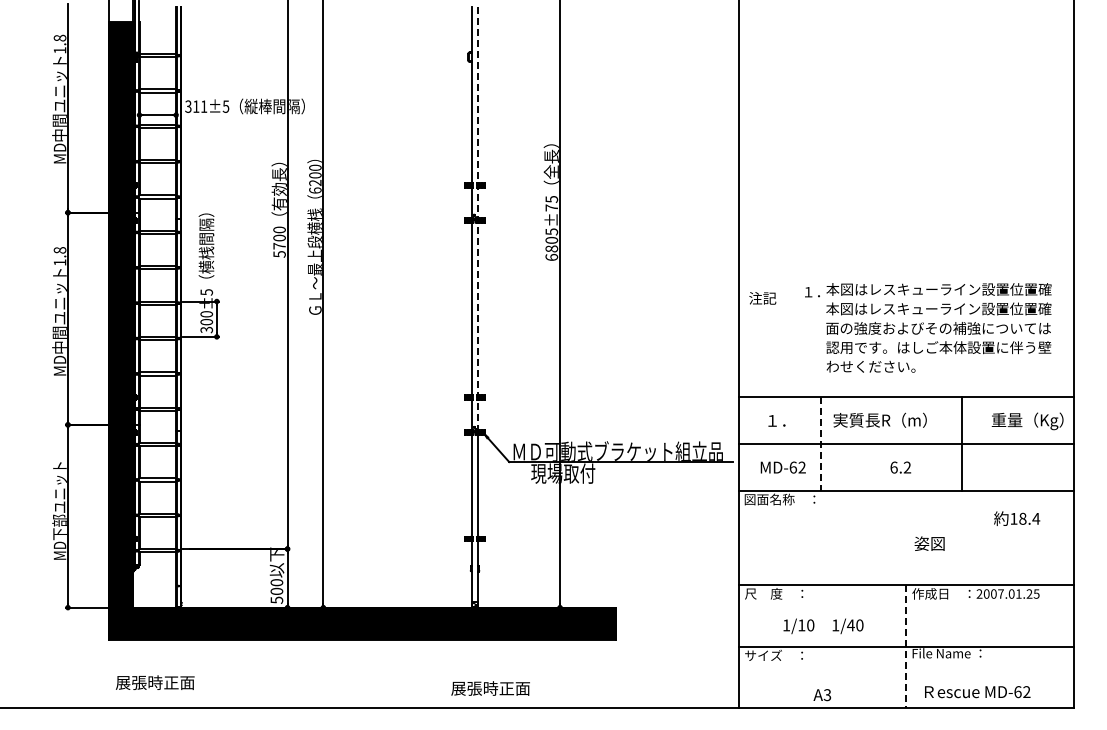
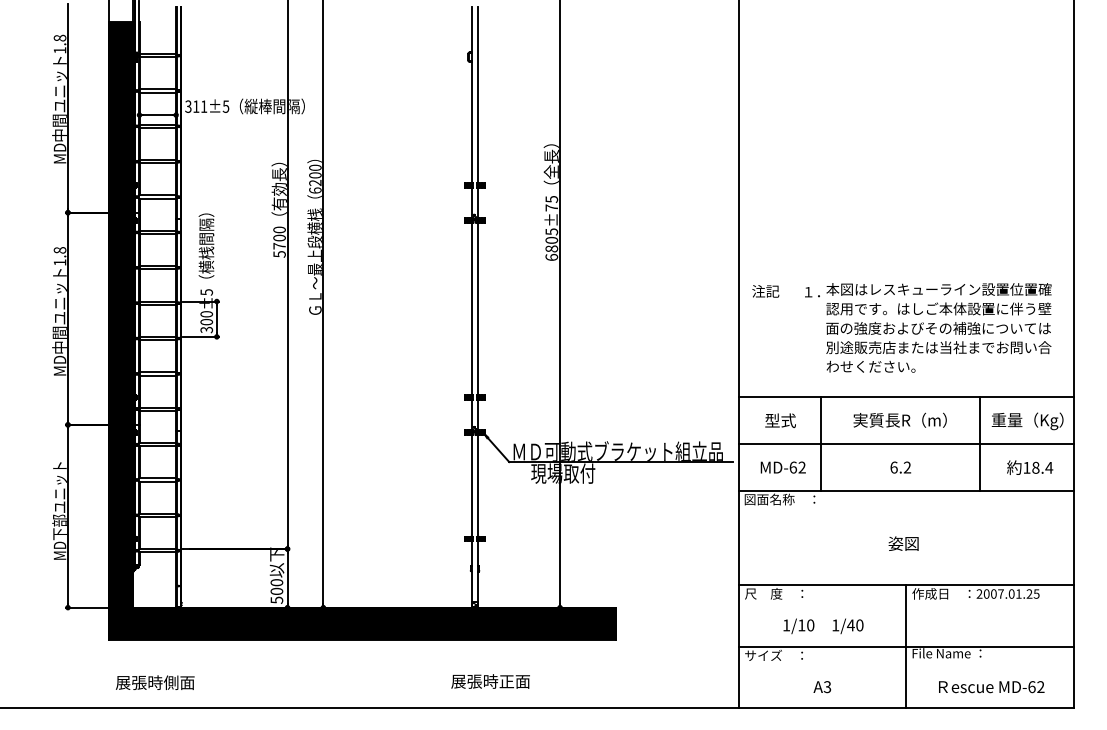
line at (477, 219): dashed -> solid
text at (762, 298) position: (762, 298) -> (765, 291)
text at (938, 308): 本図はレスキューライン設置位置確 -> 認用です。はしご本体設置に伴う壁
text at (938, 347): 認用です。はしご本体設置に伴う壁 -> 別途販売店または当社までお問い合
text at (879, 419) position: (879, 419) -> (899, 419)
text at (780, 420): １． -> 型式
line at (961, 443) position: (961, 443) -> (979, 443)
line at (820, 444): dashed -> solid
text at (1017, 518) position: (1017, 518) -> (1030, 467)
text at (929, 543) position: (929, 543) -> (903, 543)
line at (906, 647): dashed -> solid
text at (171, 682): 展張時正面 -> 展張時側面
text at (490, 688) position: (490, 688) -> (490, 681)
text at (977, 692) position: (977, 692) -> (991, 687)
text at (822, 695) position: (822, 695) -> (822, 687)
